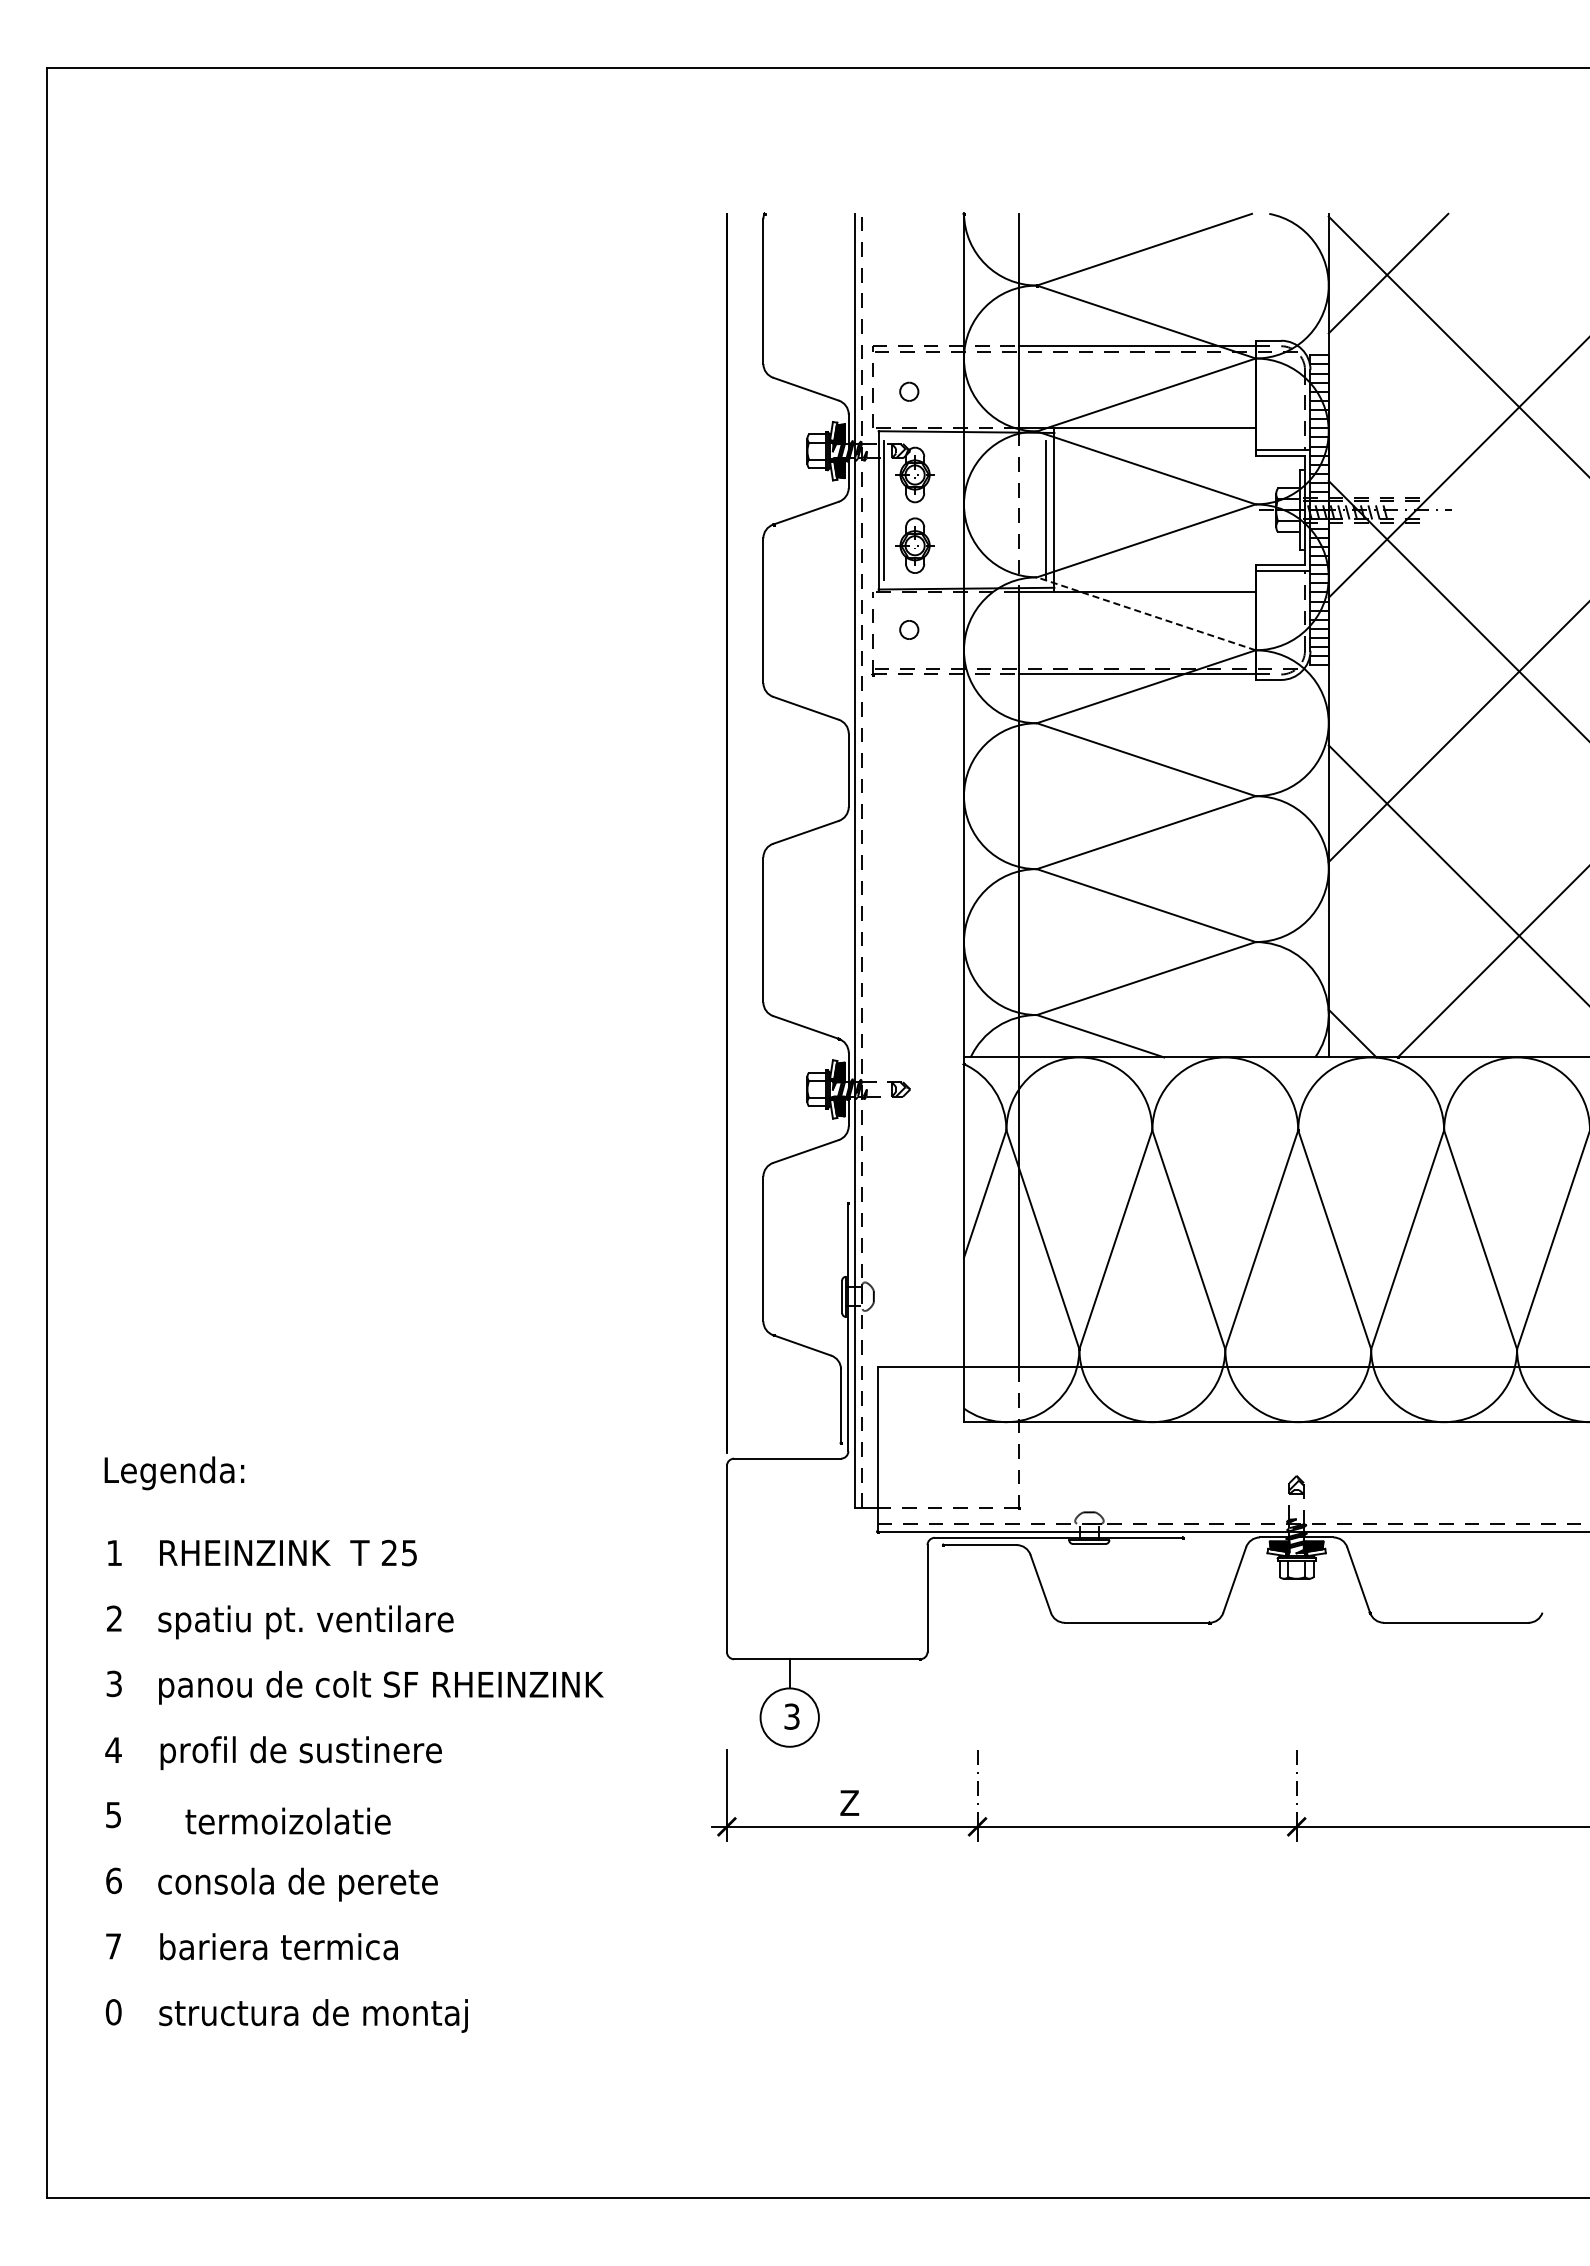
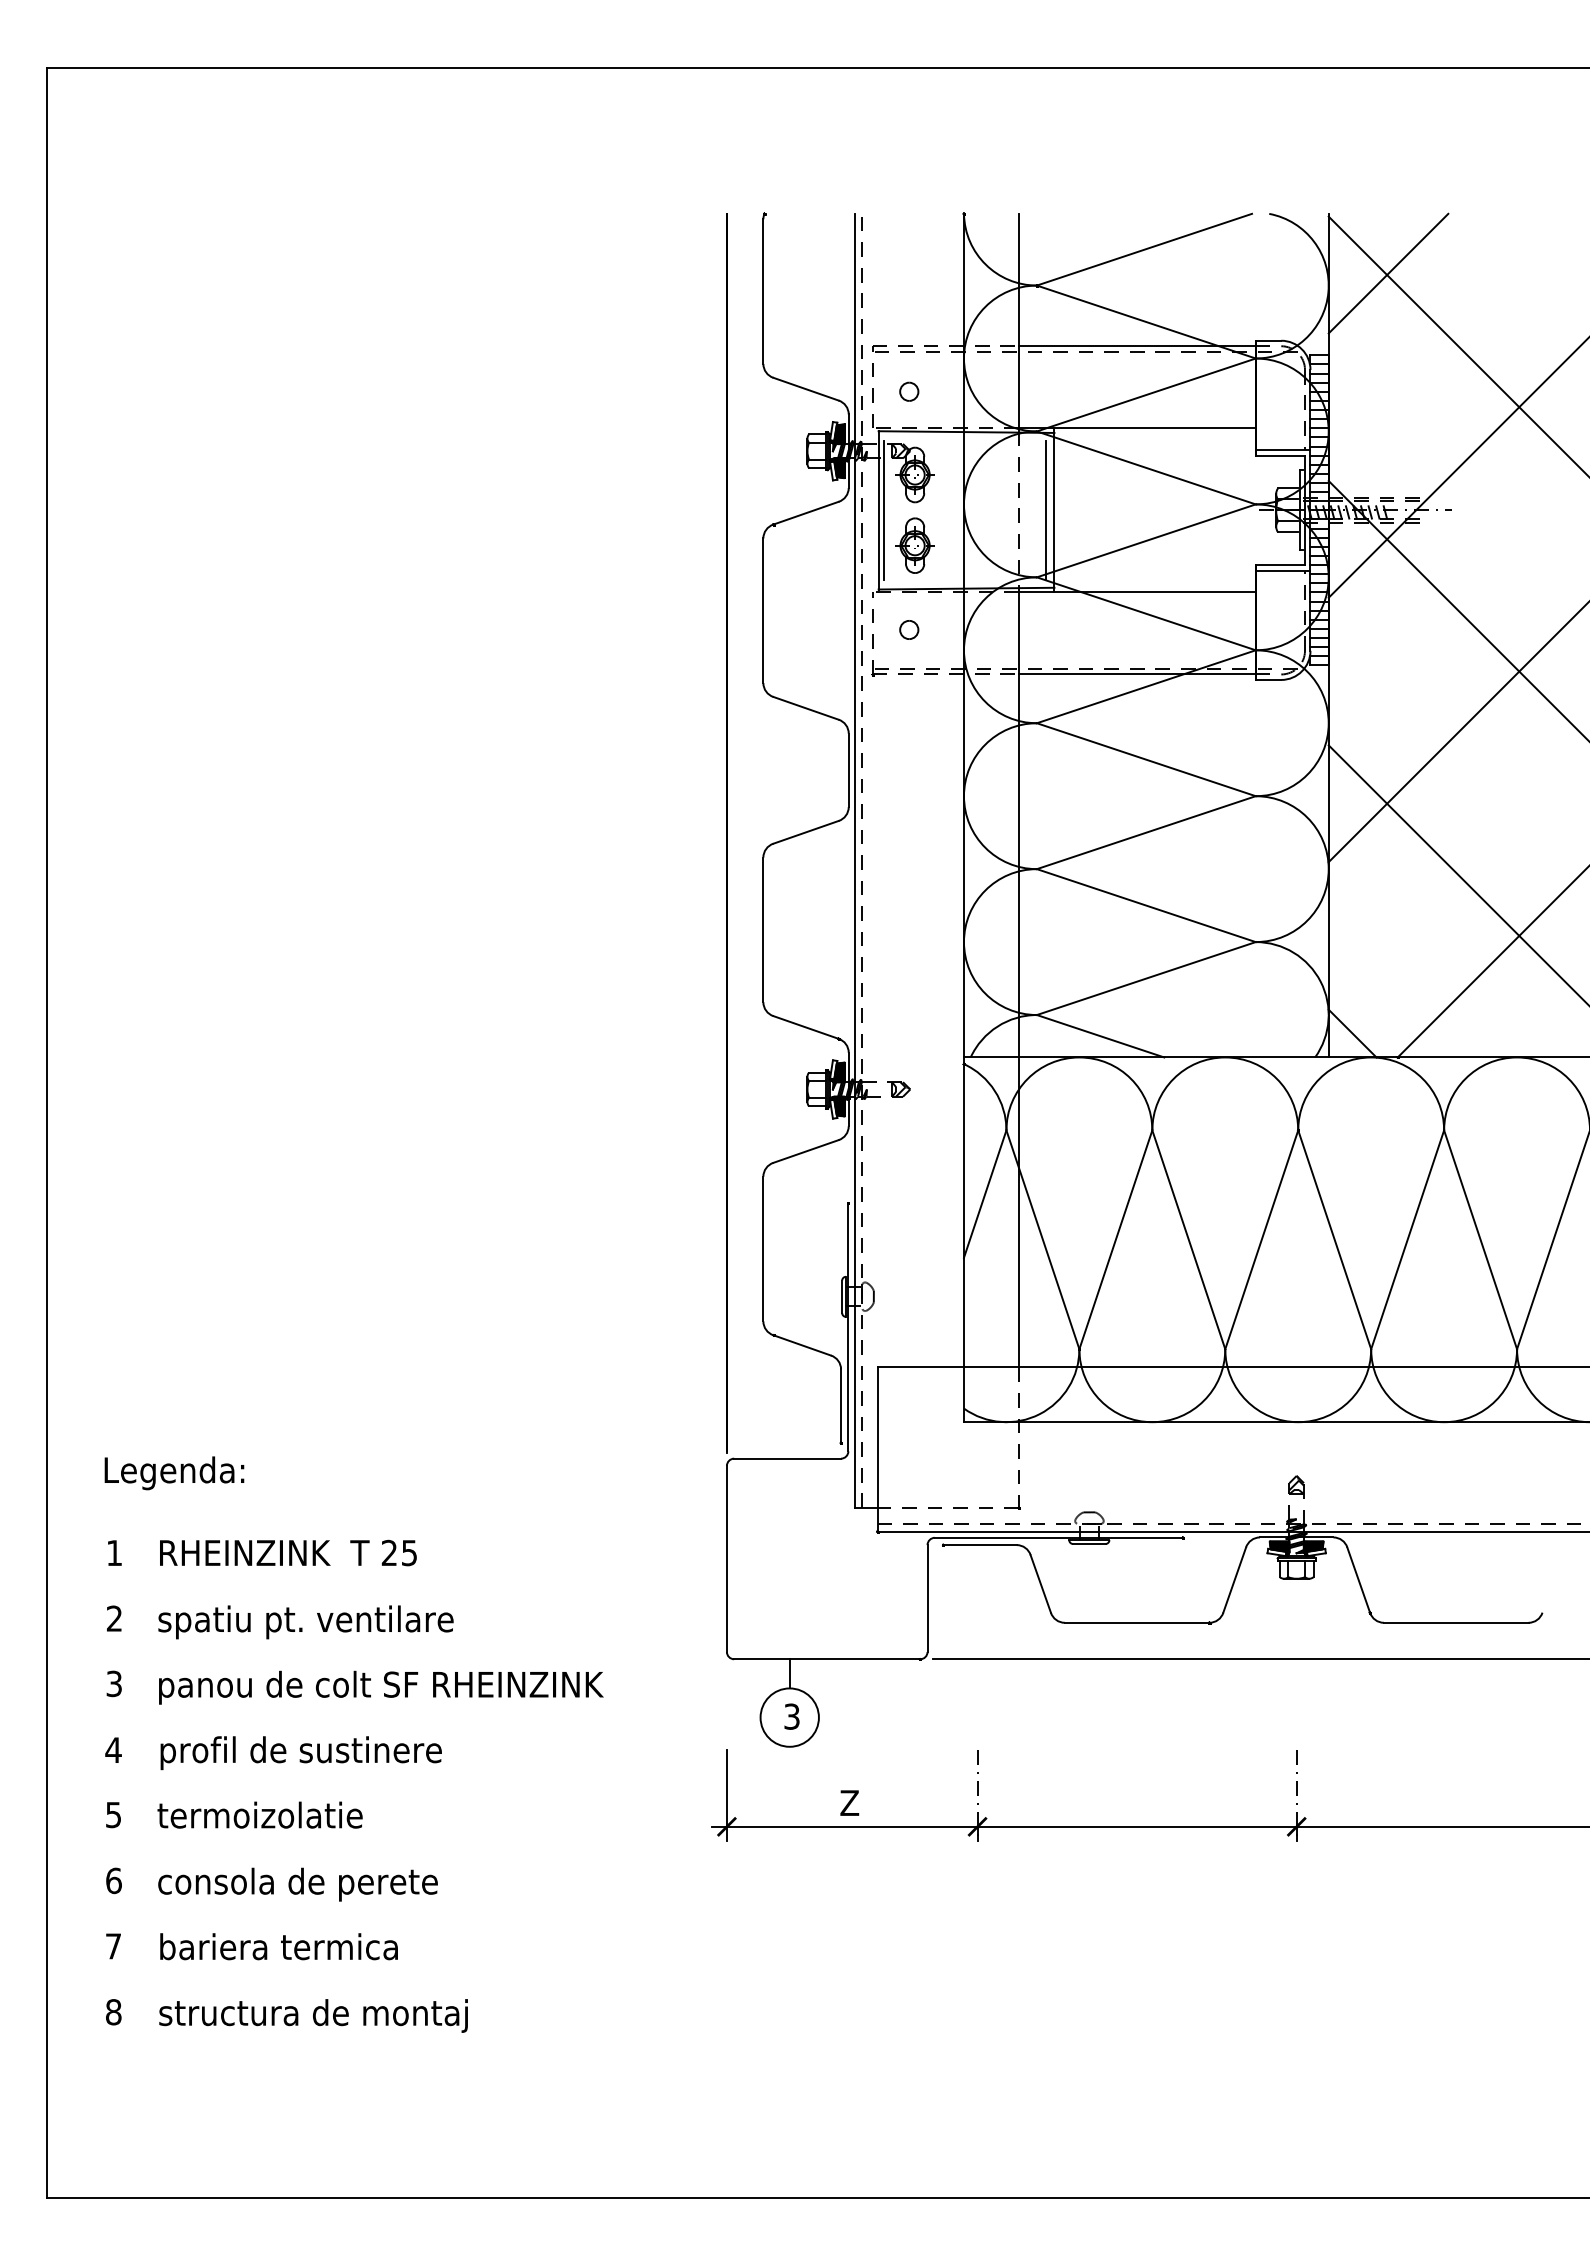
line at (1145, 613): dashed -> solid
line at (1259, 1659): none -> present
text at (287, 1820) position: (287, 1820) -> (259, 1814)
text at (113, 2012): 0 -> 8
